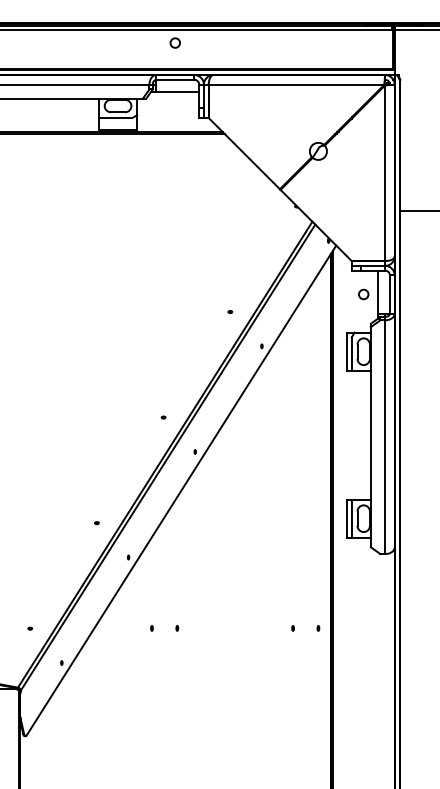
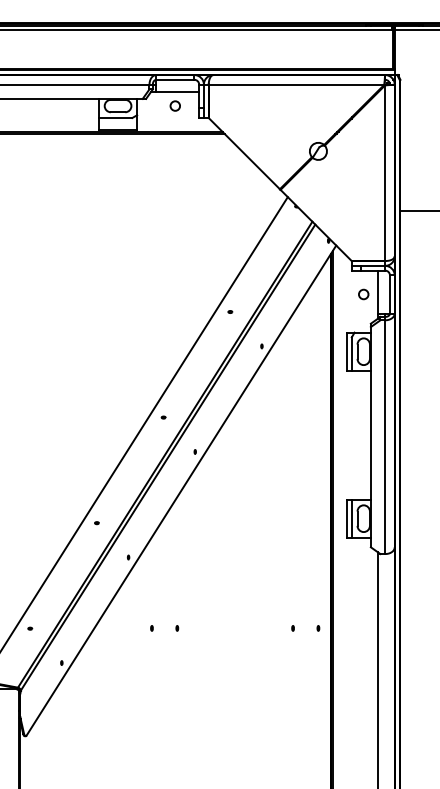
circle at (174, 42) position: (174, 42) -> (174, 105)
line at (144, 422): none -> present
line at (377, 668): none -> present
